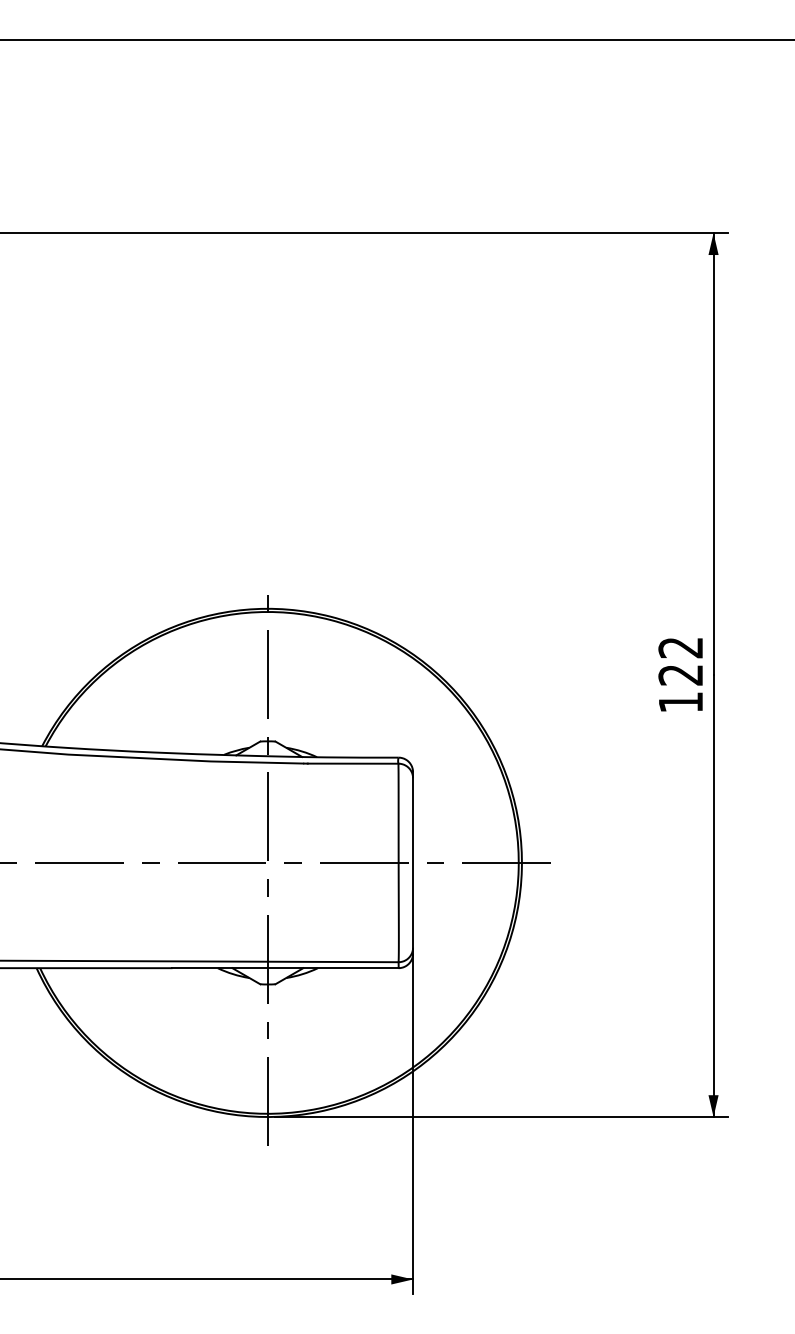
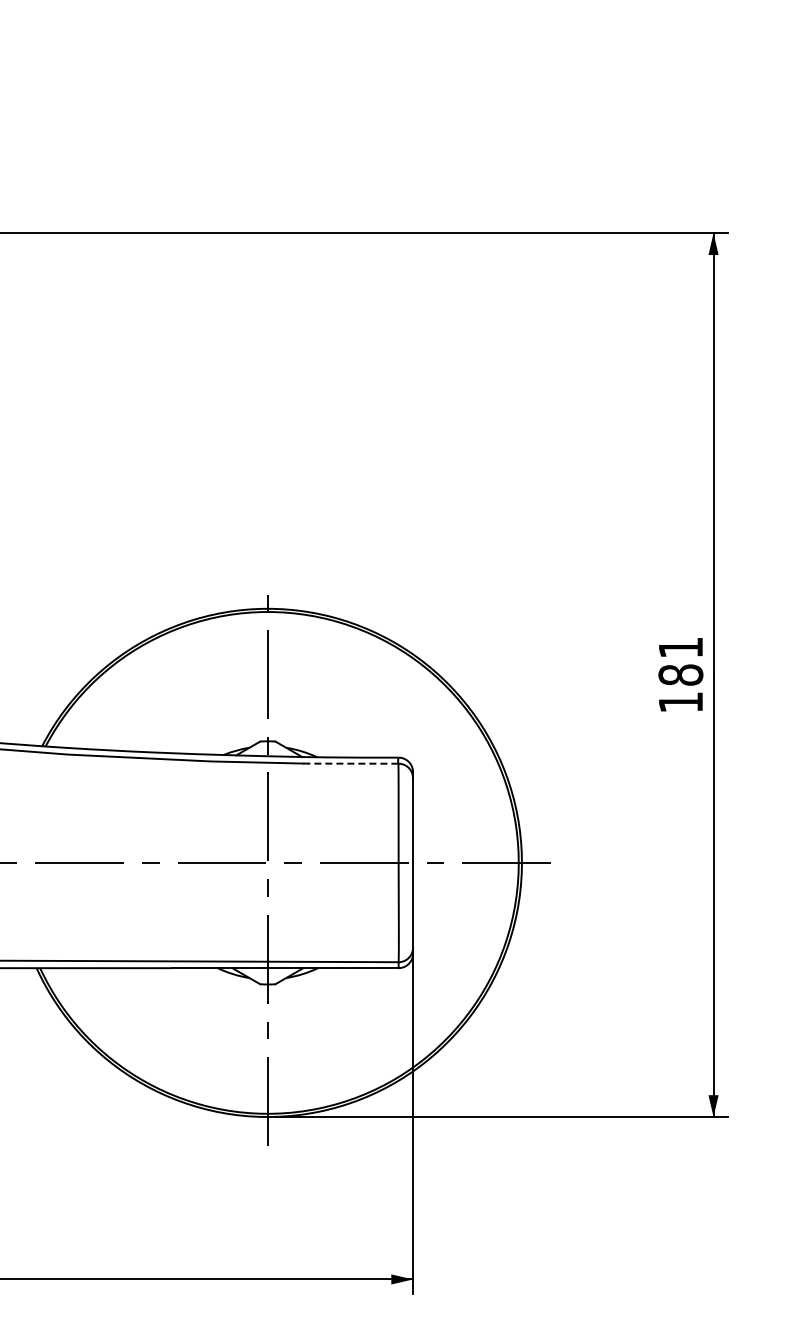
line at (396, 40): present -> none
text at (680, 661): 122 -> 181
line at (352, 763): solid -> dashed
